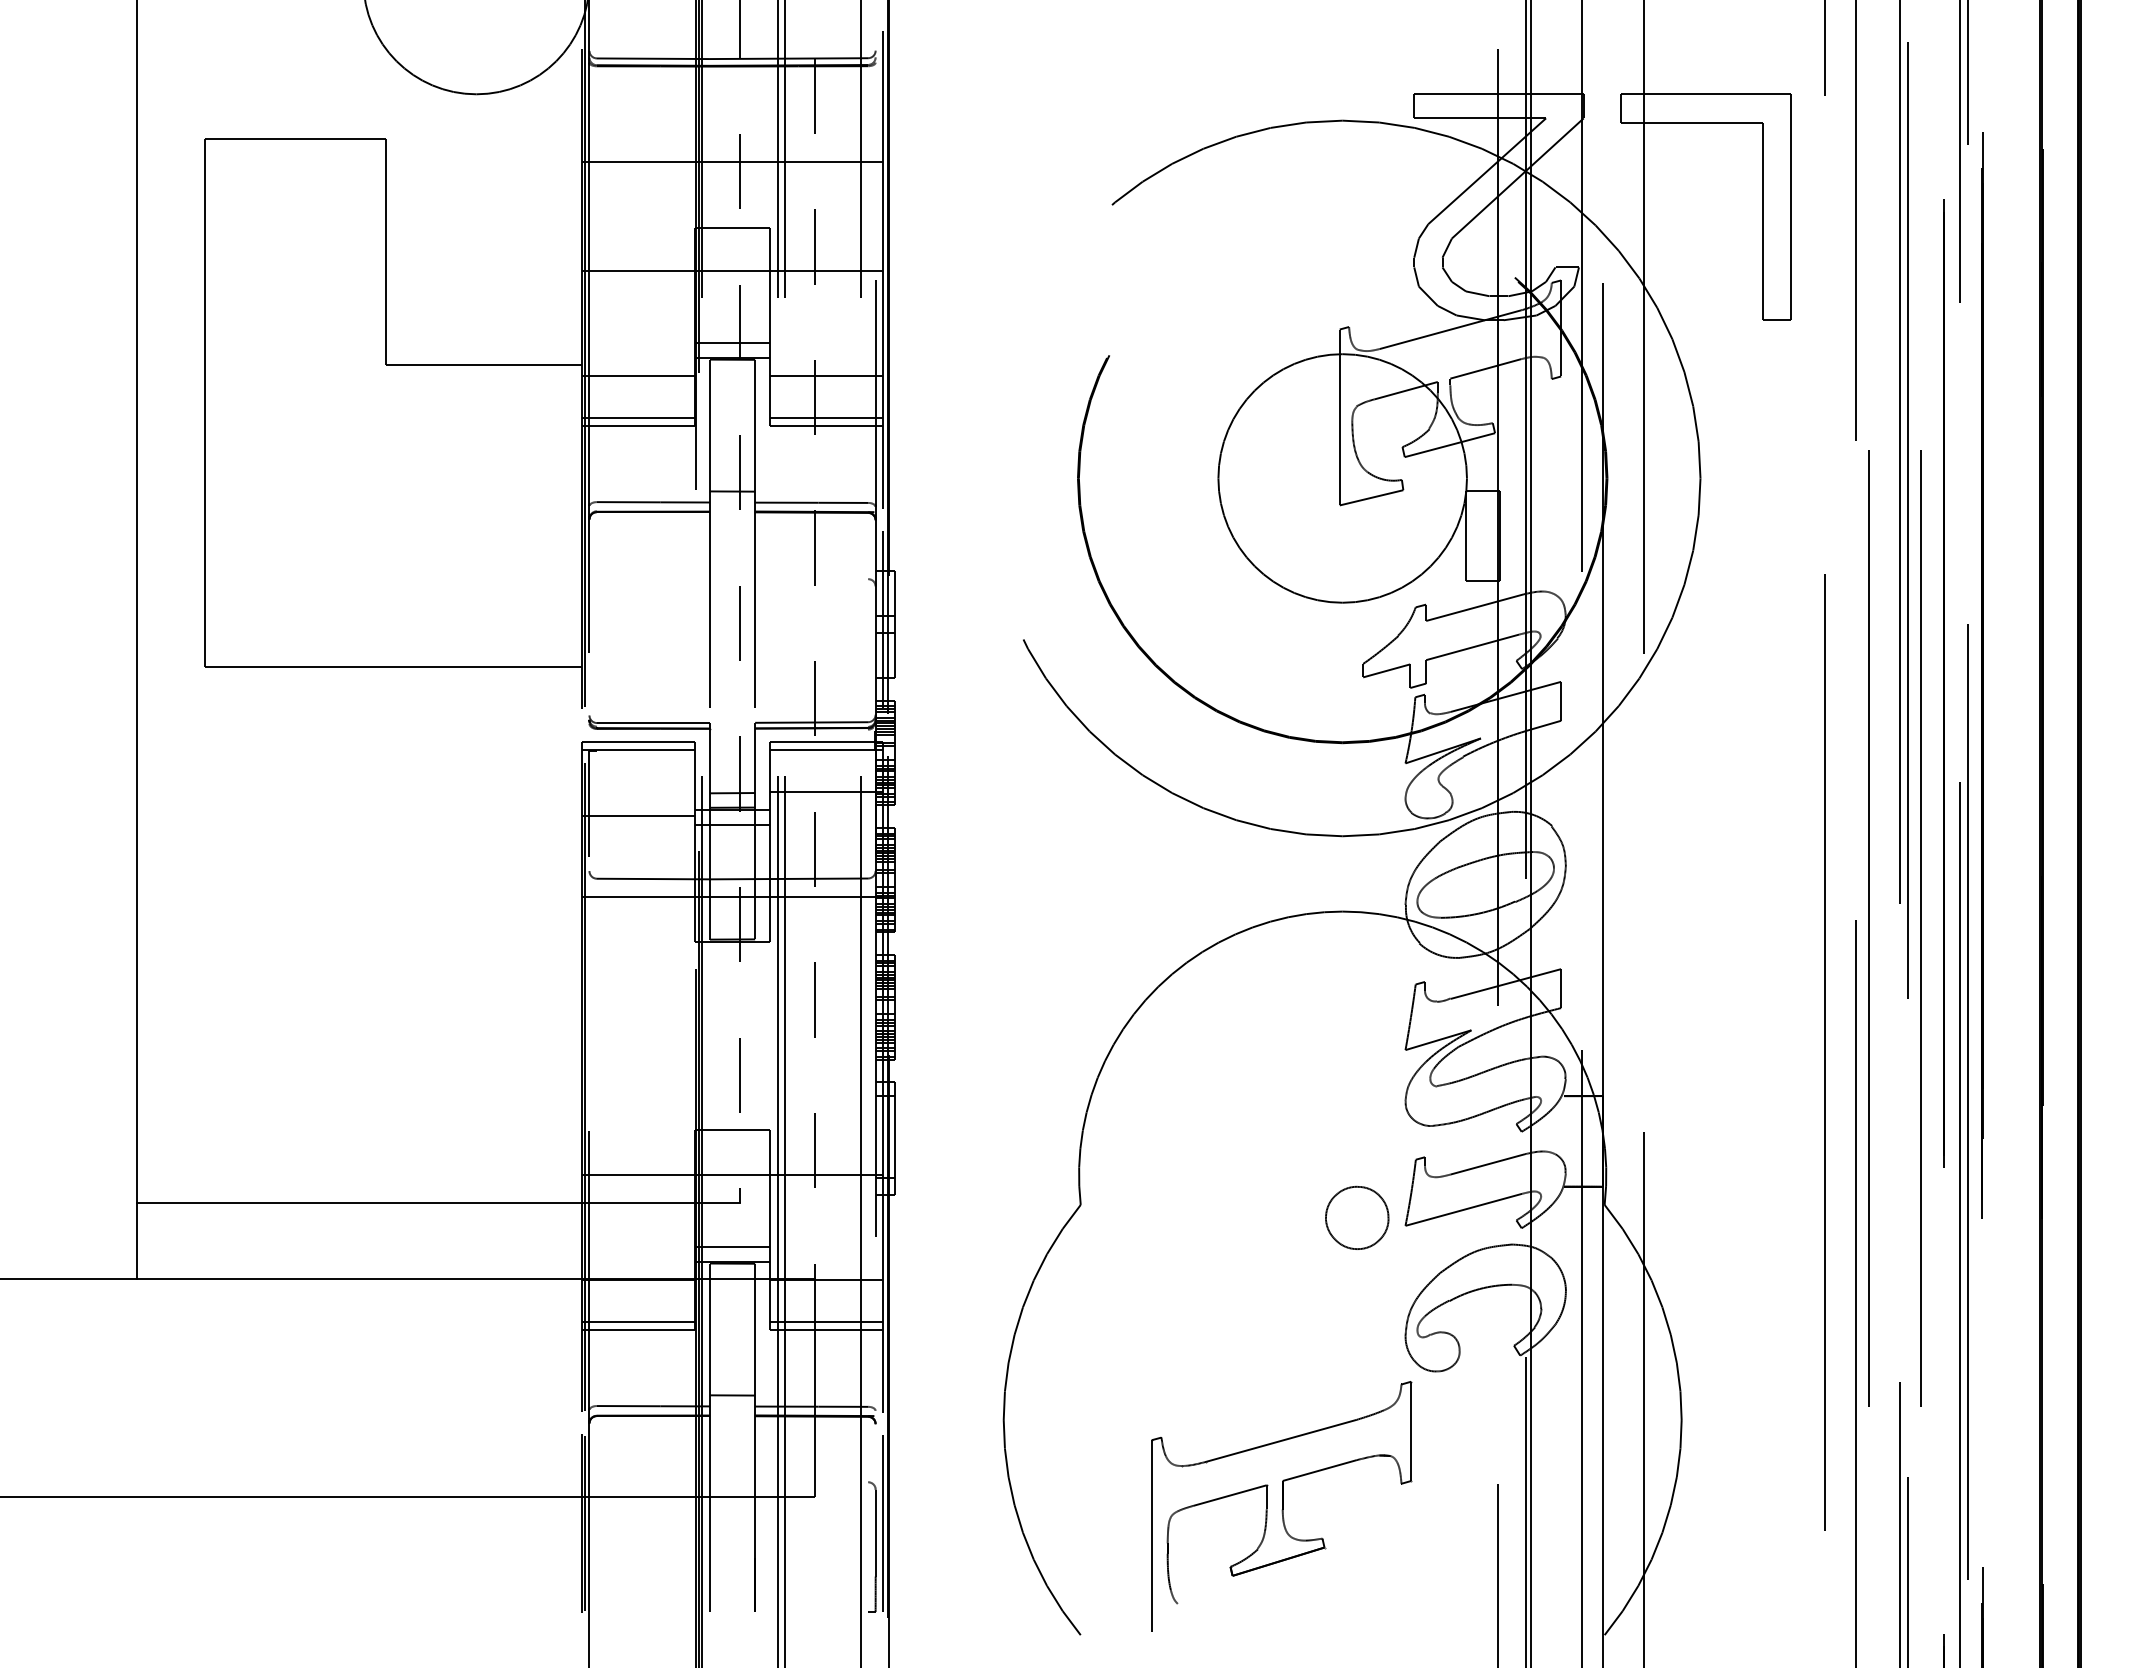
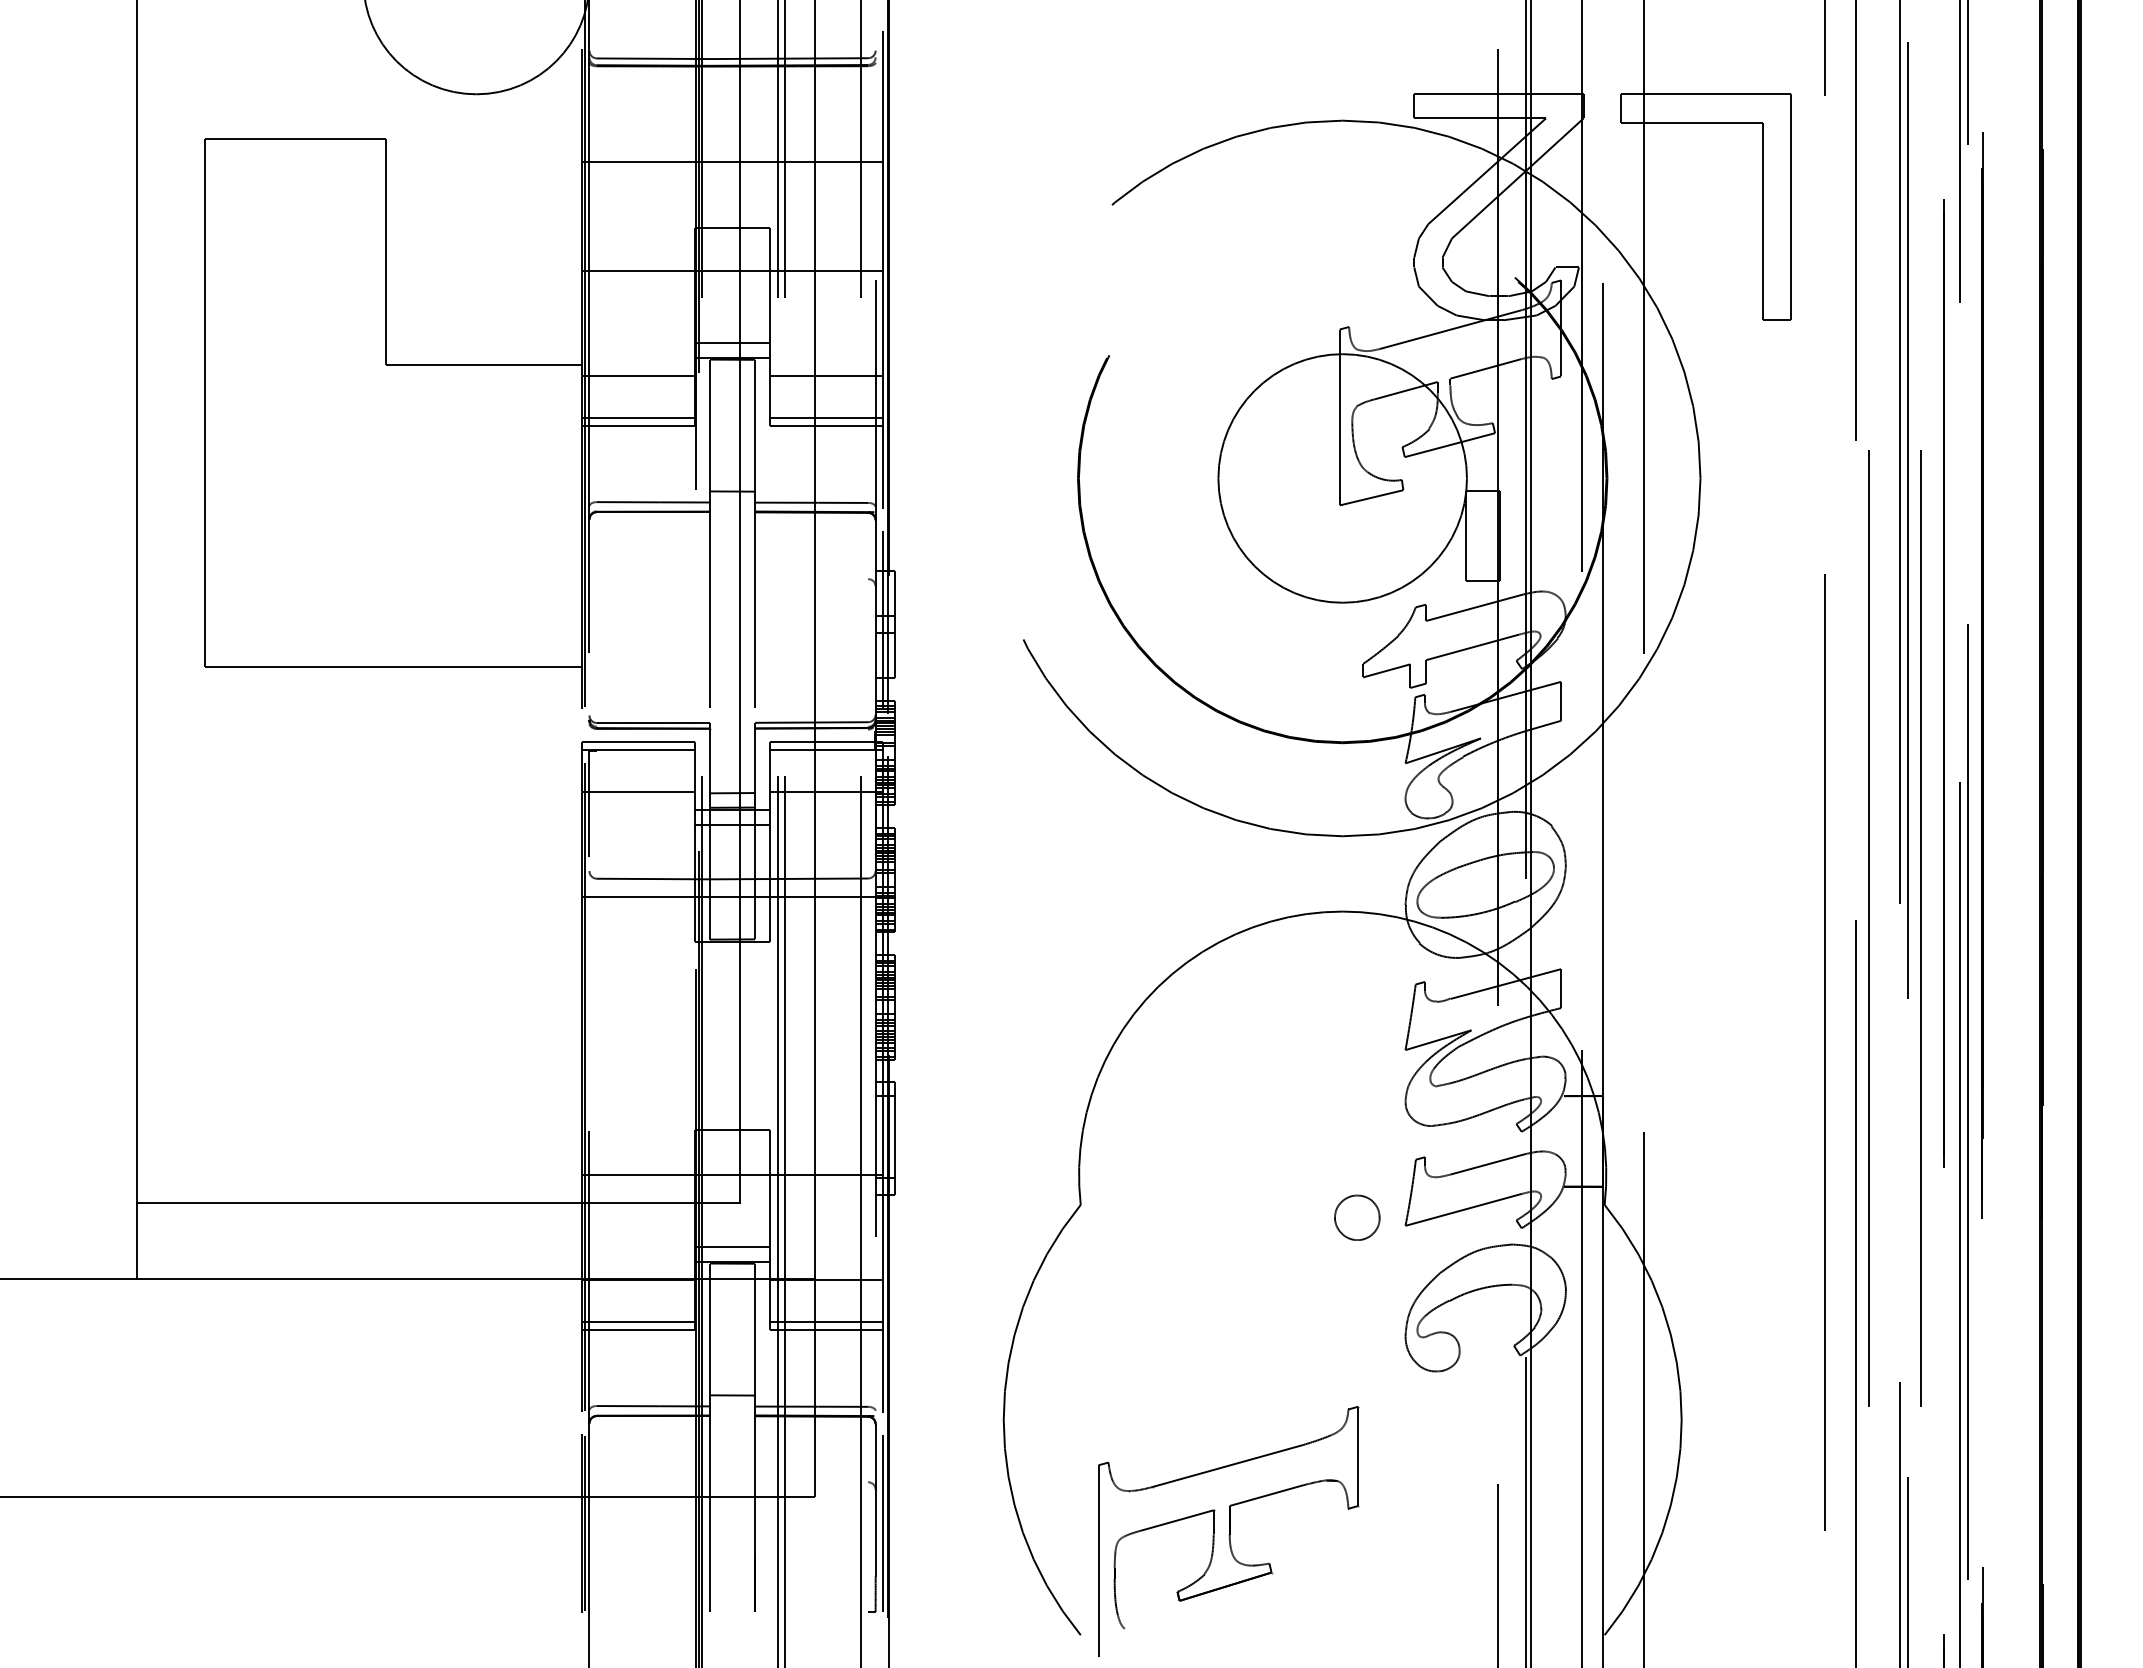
line at (740, 602): dashed -> solid
line at (815, 639): dashed -> solid
line at (637, 816) position: (637, 816) -> (637, 792)
part at (1357, 1217) size: 65x65 px -> 47x47 px
line at (875, 1457): none -> present
part at (1281, 1506) position: (1281, 1506) -> (1228, 1531)
